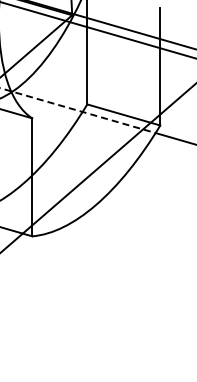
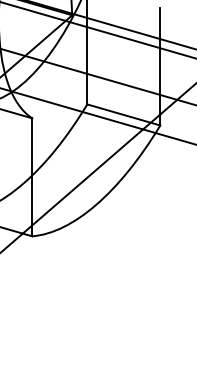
line at (97, 76): none -> present
line at (78, 110): dashed -> solid
